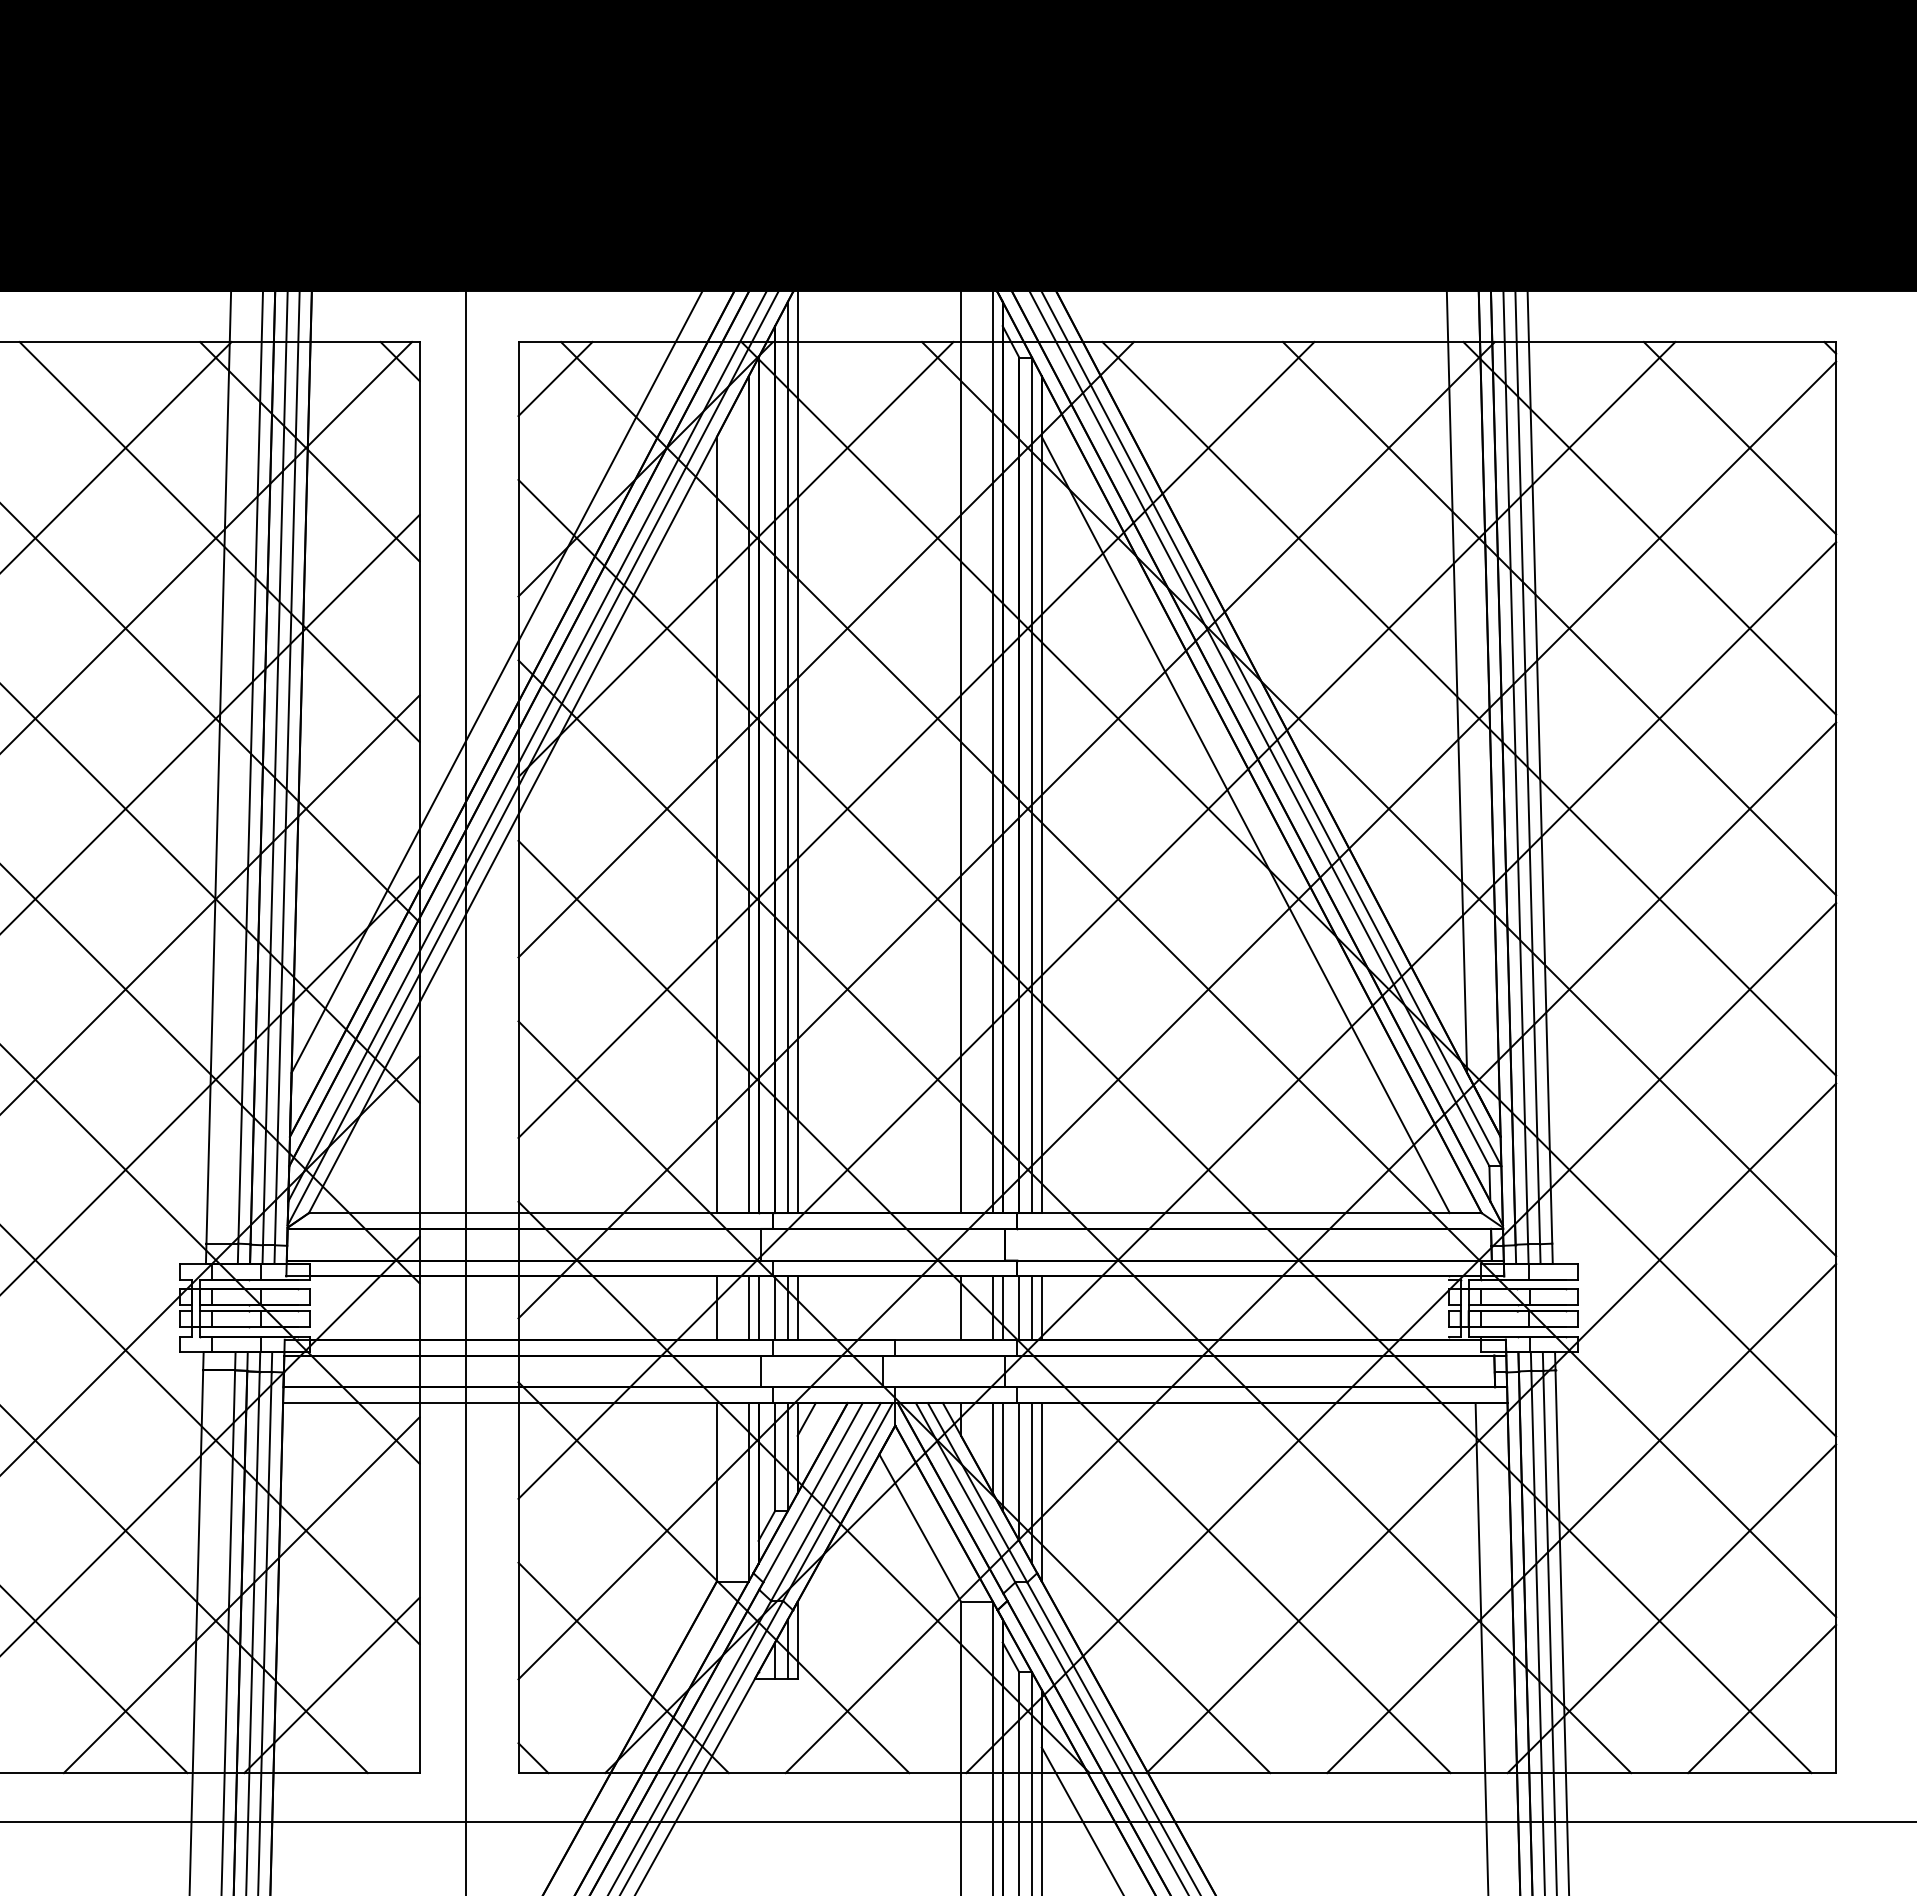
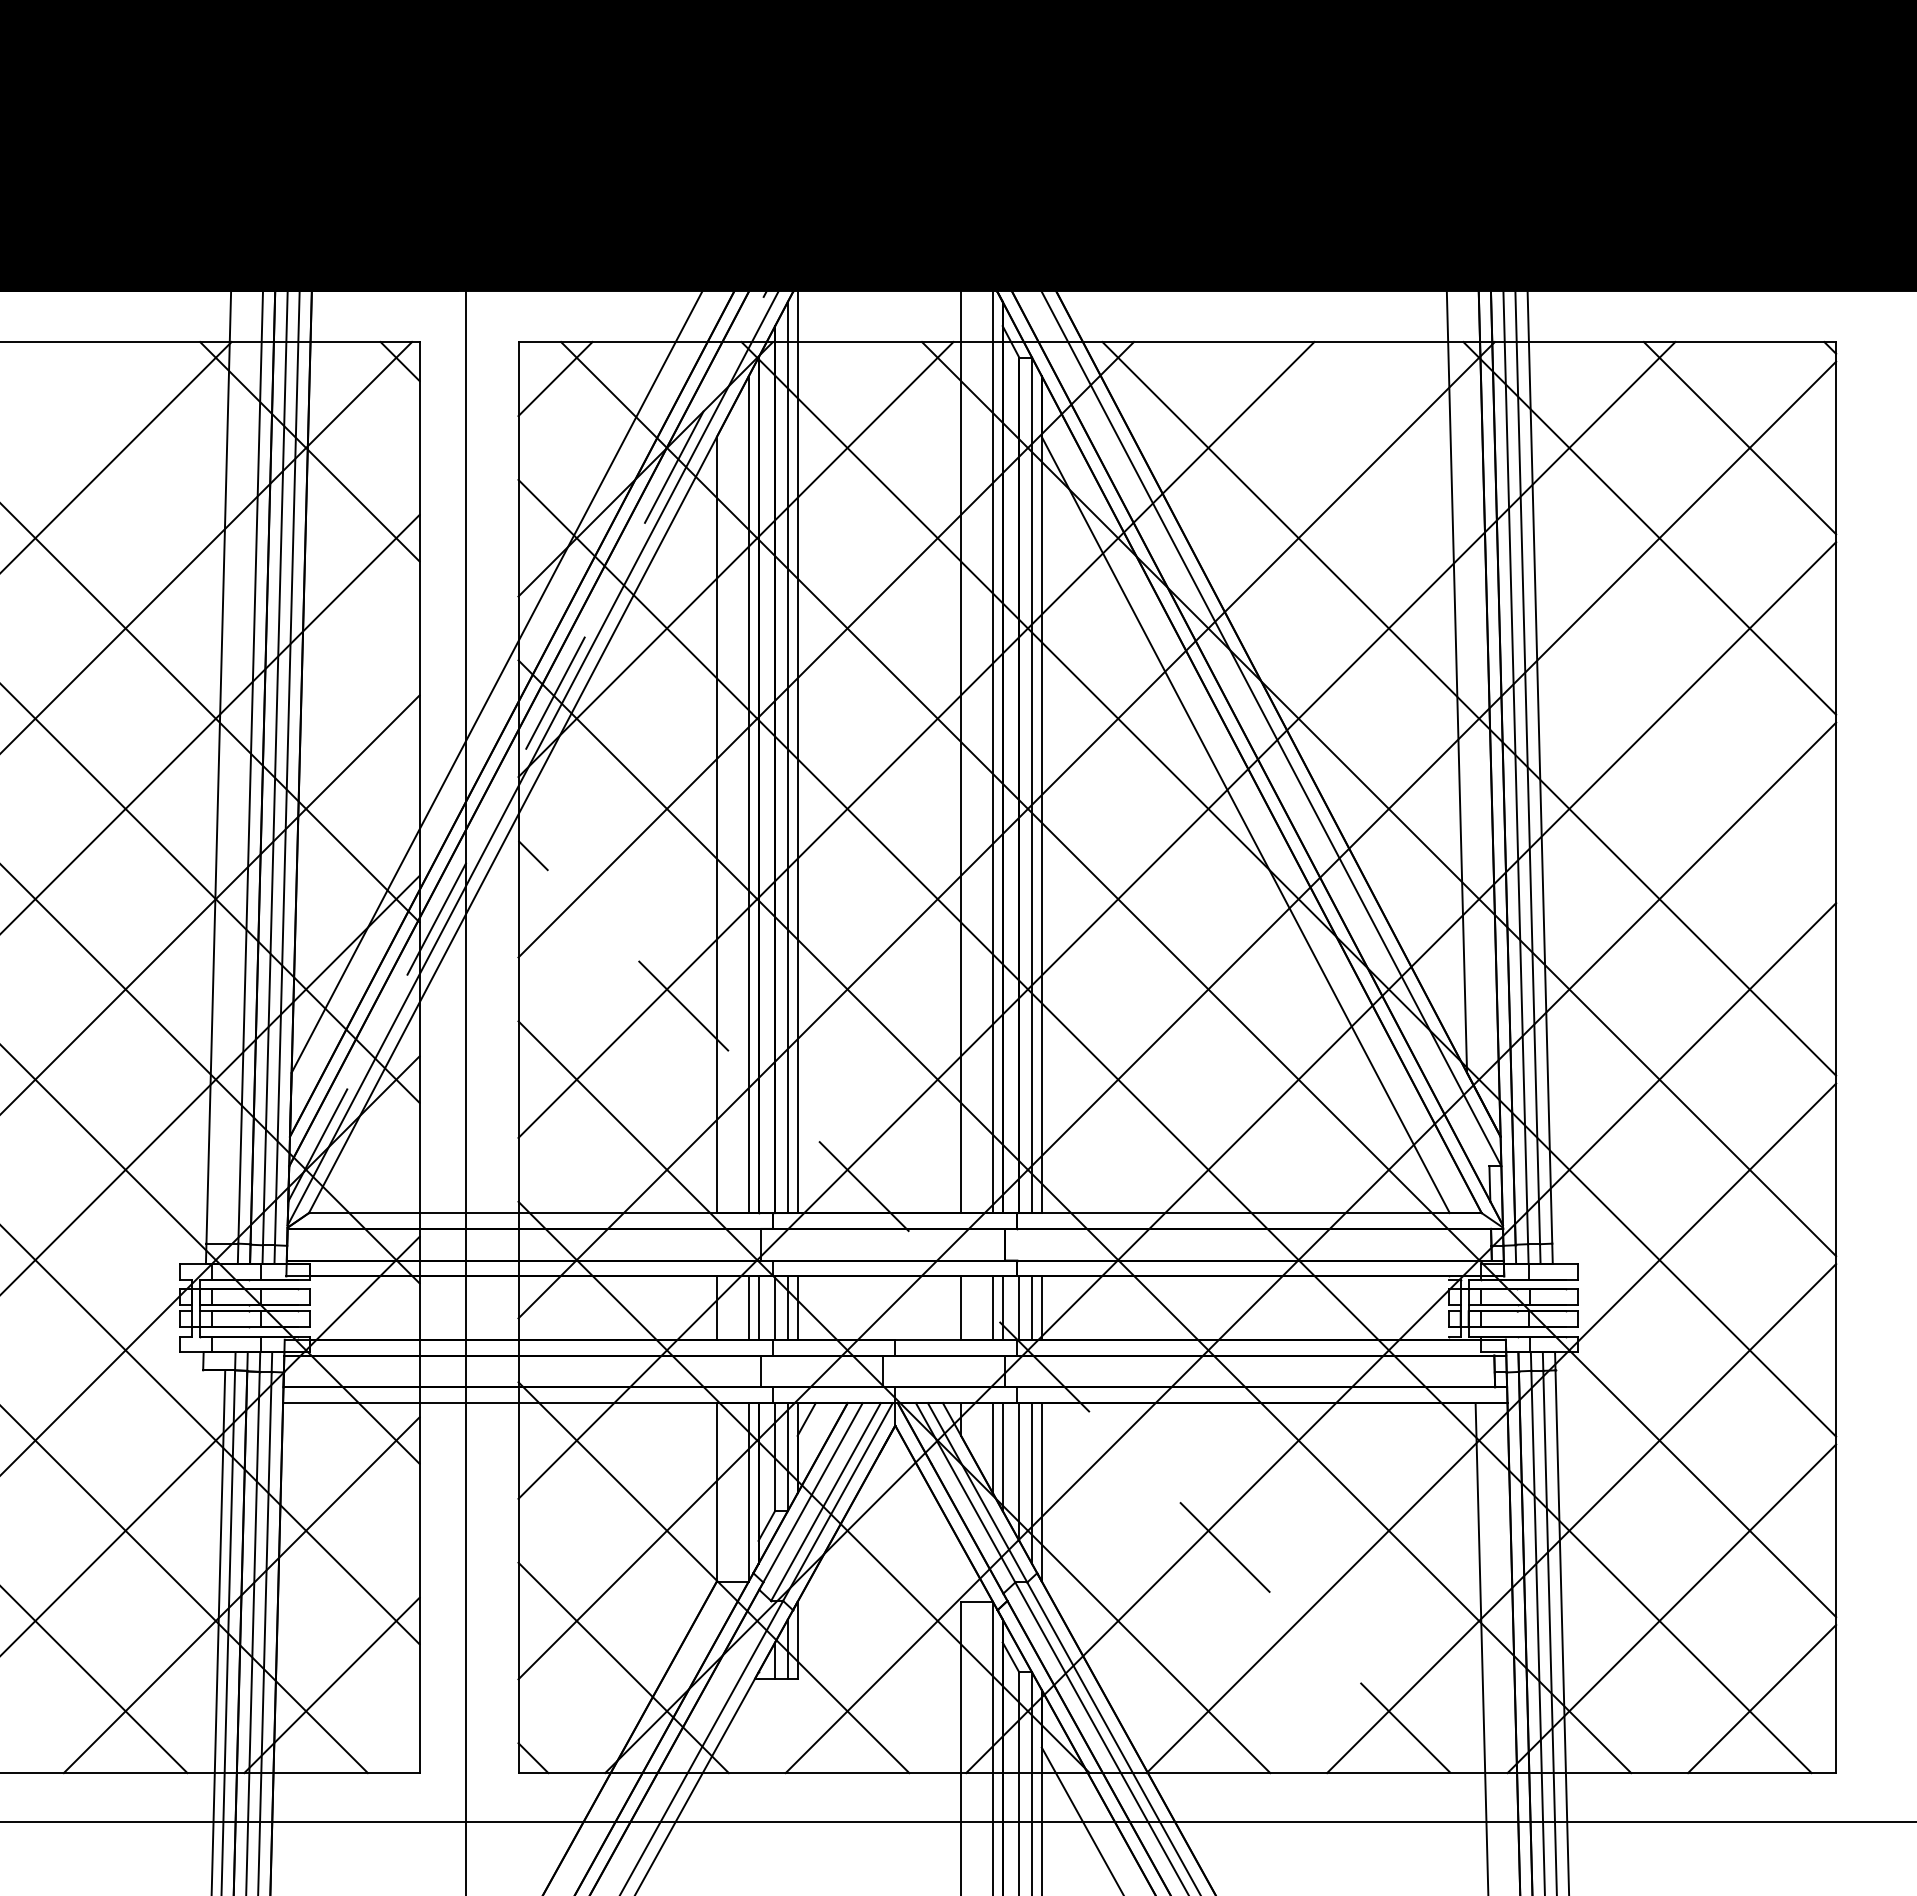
line at (219, 542): present -> none
line at (1559, 618): present -> none
line at (1252, 715): present -> none
line at (530, 741): solid -> dashed
line at (984, 1306): solid -> dashed
line at (920, 1527): present -> none
line at (196, 1631) position: (196, 1631) -> (218, 1631)
line at (690, 1746): present -> none
